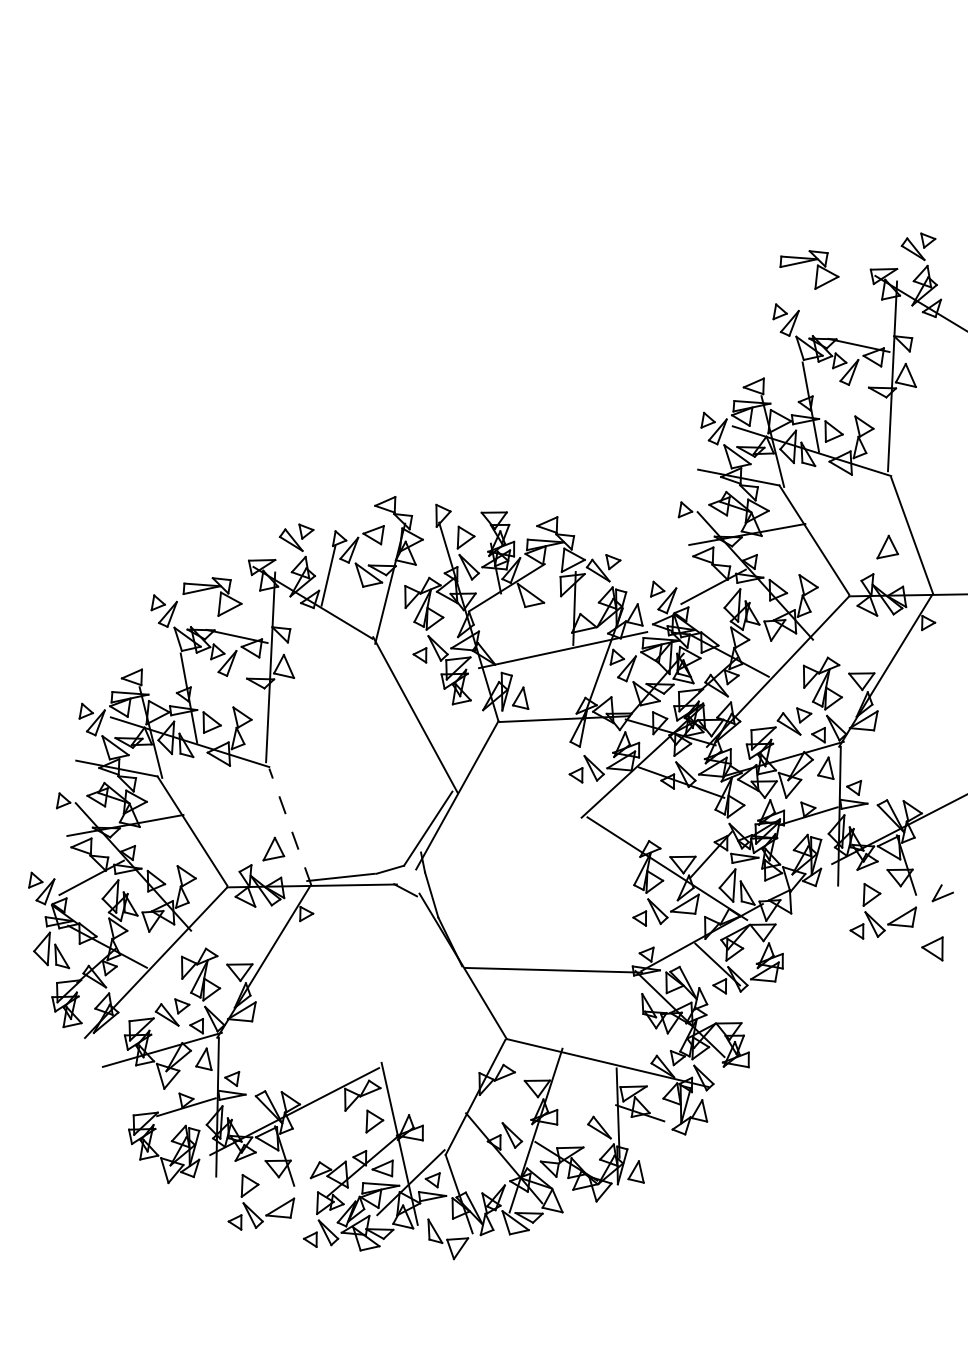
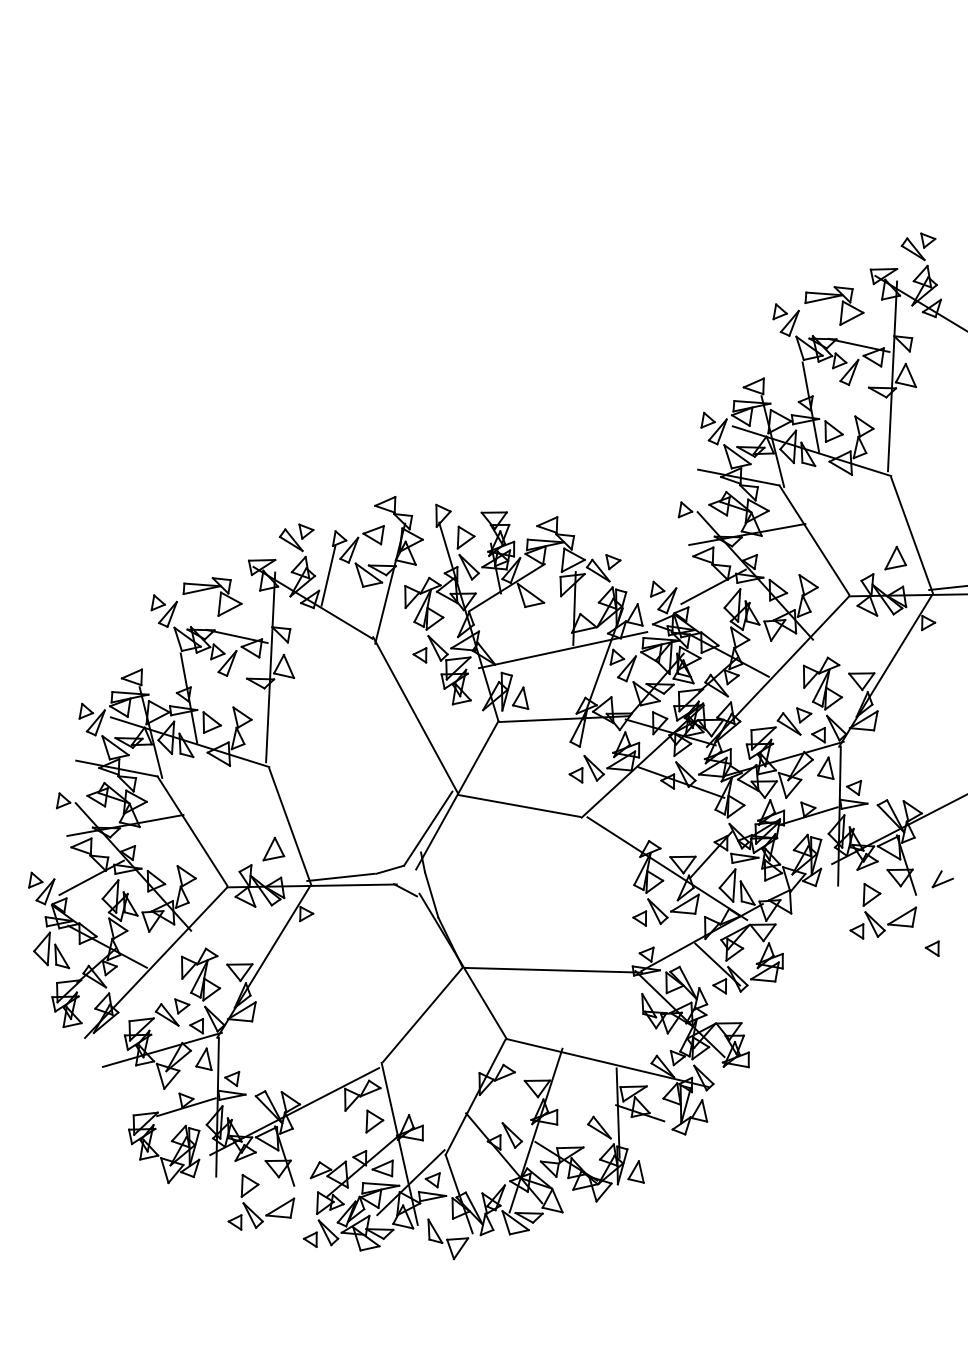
part at (816, 269) position: (816, 269) -> (841, 305)
part at (887, 546) position: (887, 546) -> (895, 557)
line at (946, 588): none -> present
line at (519, 805): none -> present
line at (290, 826): dashed -> solid
part at (942, 893) position: (942, 893) -> (942, 879)
part at (932, 948) size: 23x26 px -> 16x17 px
line at (422, 1014): none -> present
